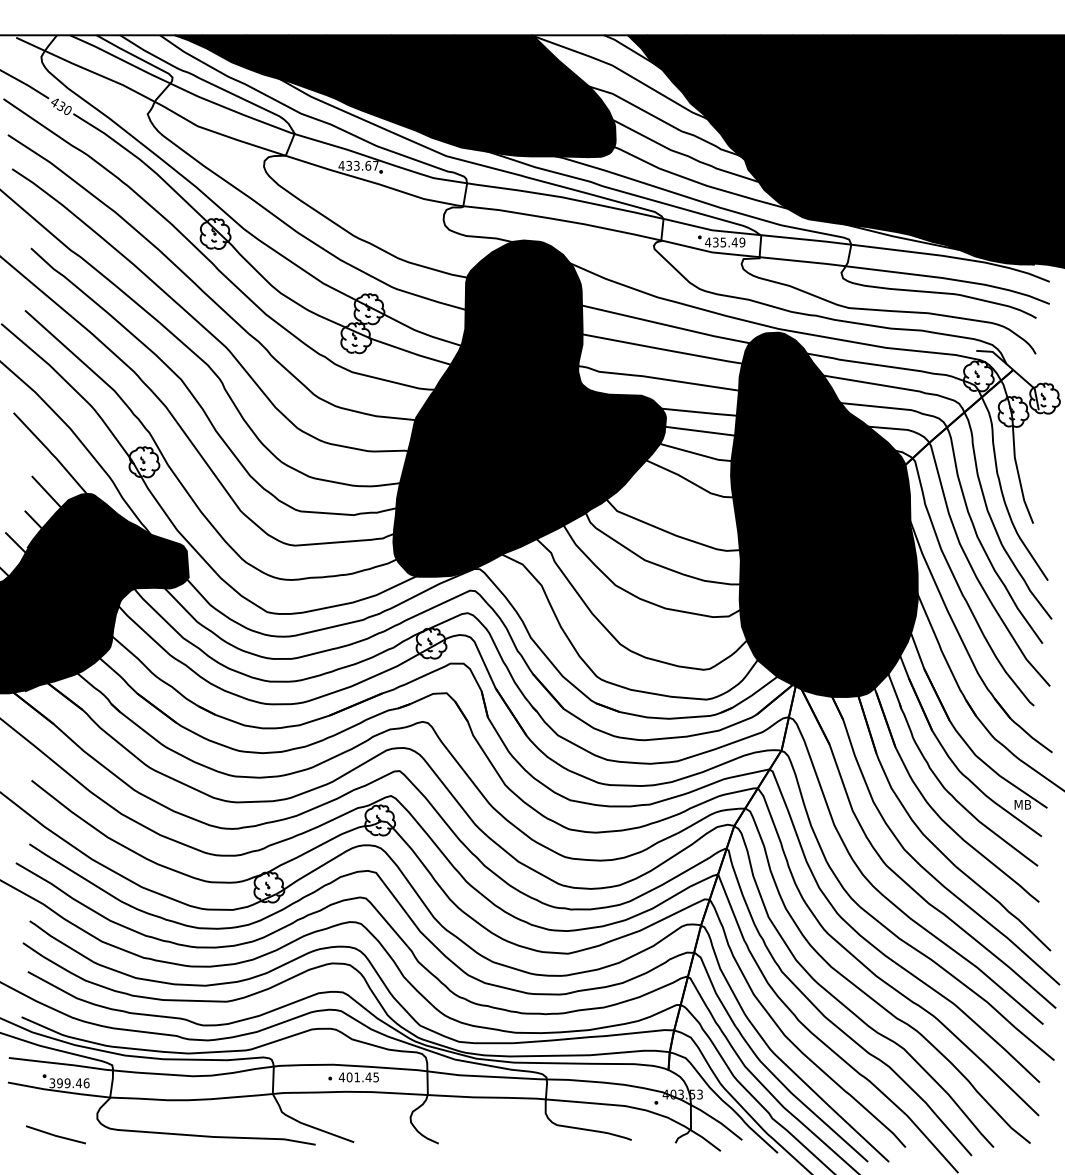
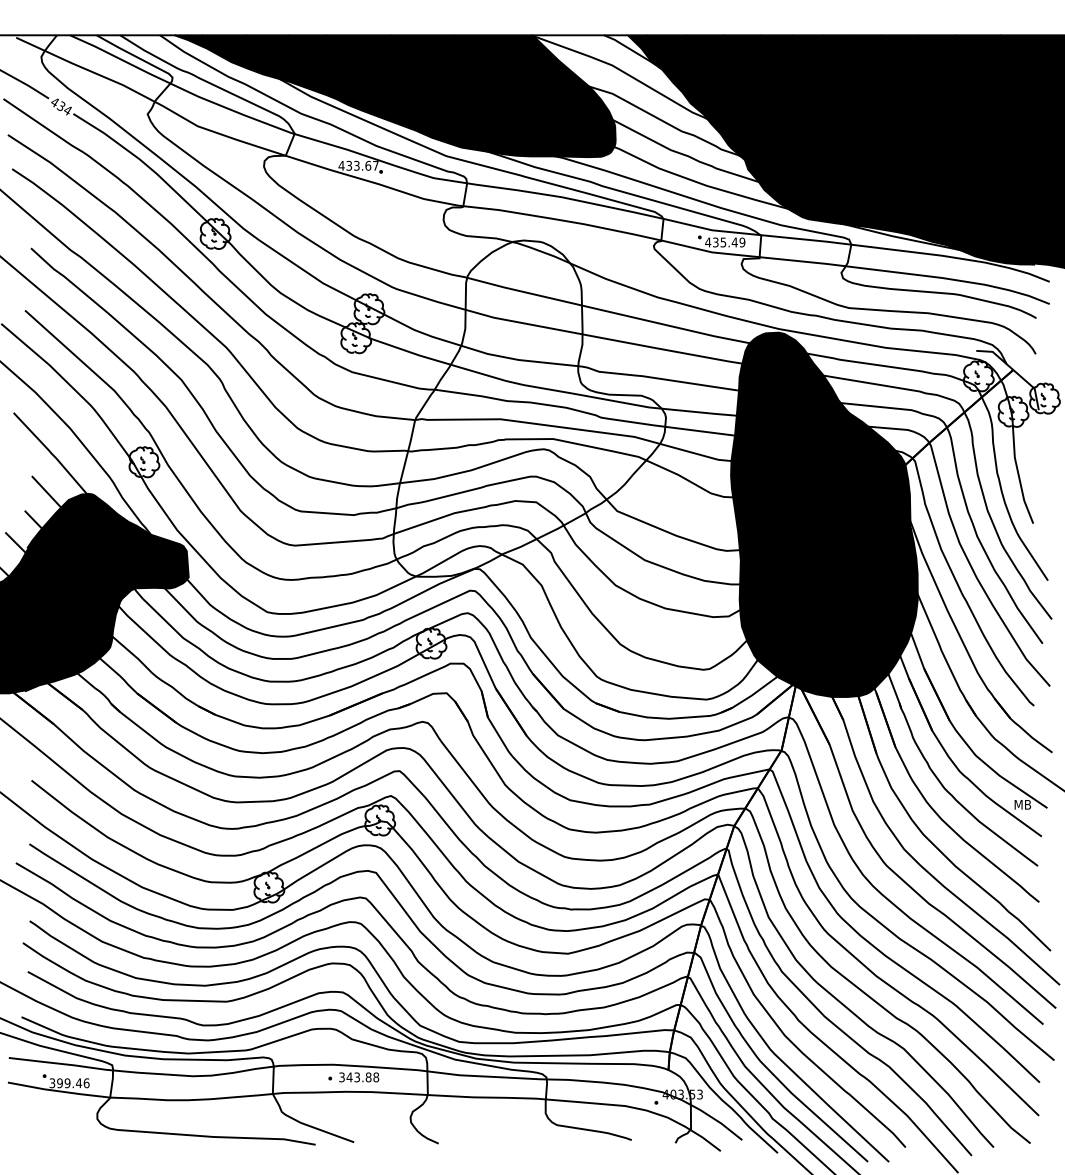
text at (67, 110): 430 -> 434
fill at (529, 408): present -> none
text at (358, 1077): 401.45 -> 343.88
line at (55, 1134): present -> none
